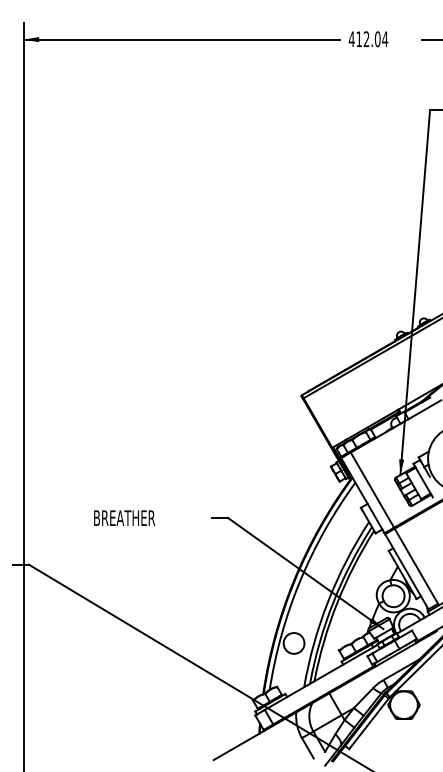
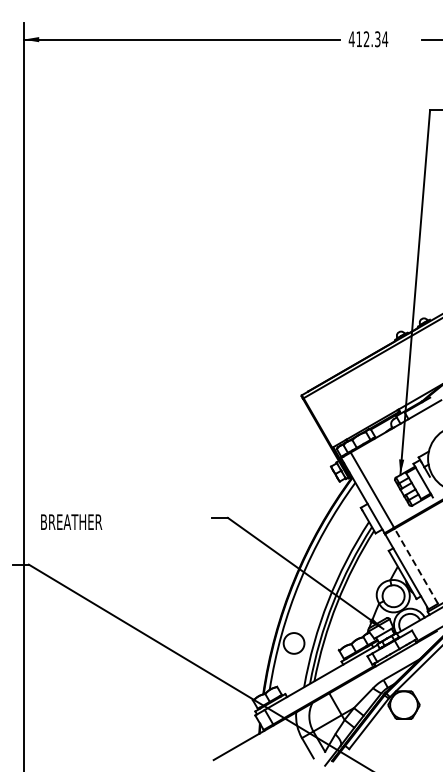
text at (377, 39): 412.04 -> 412.34
text at (124, 517) position: (124, 517) -> (71, 521)
line at (416, 565): solid -> dashed
